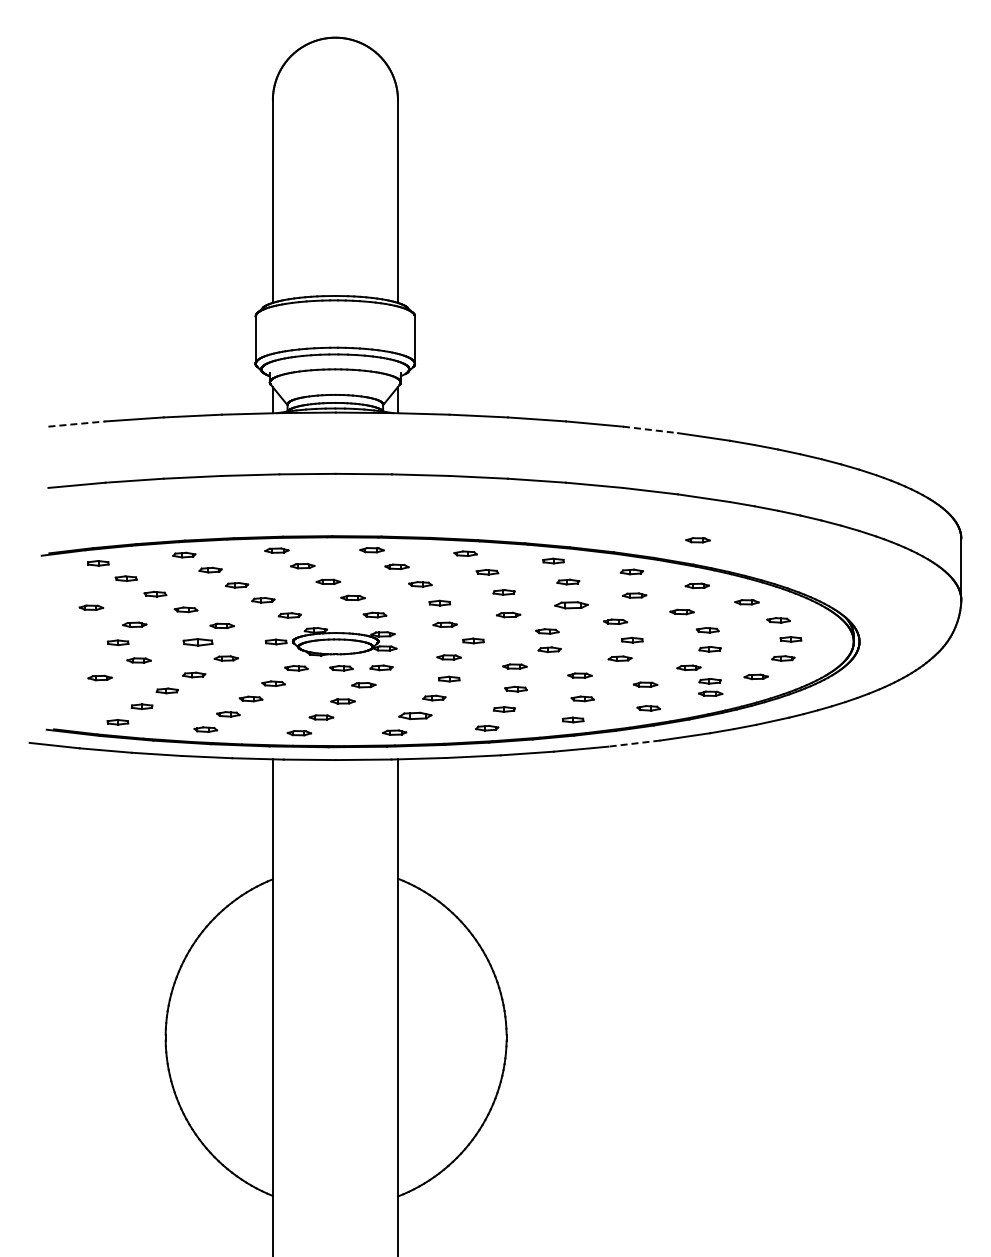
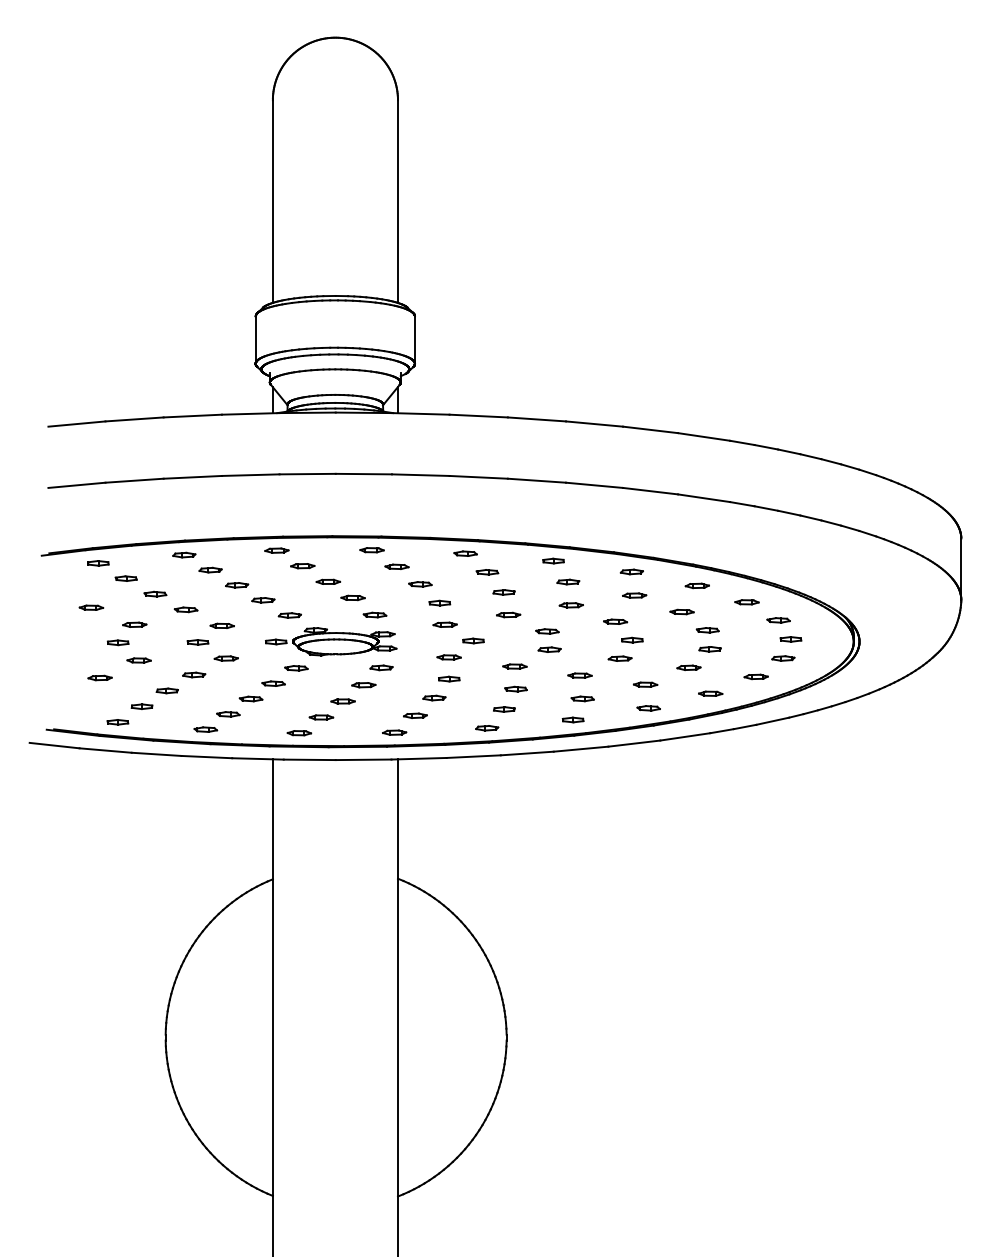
line at (76, 424): dashed -> solid
line at (650, 429): dashed -> solid
part at (697, 540): present -> none
part at (571, 605) size: 35x9 px -> 26x7 px
part at (197, 642) size: 32x9 px -> 24x7 px
part at (341, 668): present -> none
part at (709, 681): present -> none
part at (415, 715) size: 35x10 px -> 25x7 px
line at (633, 743): dashed -> solid
